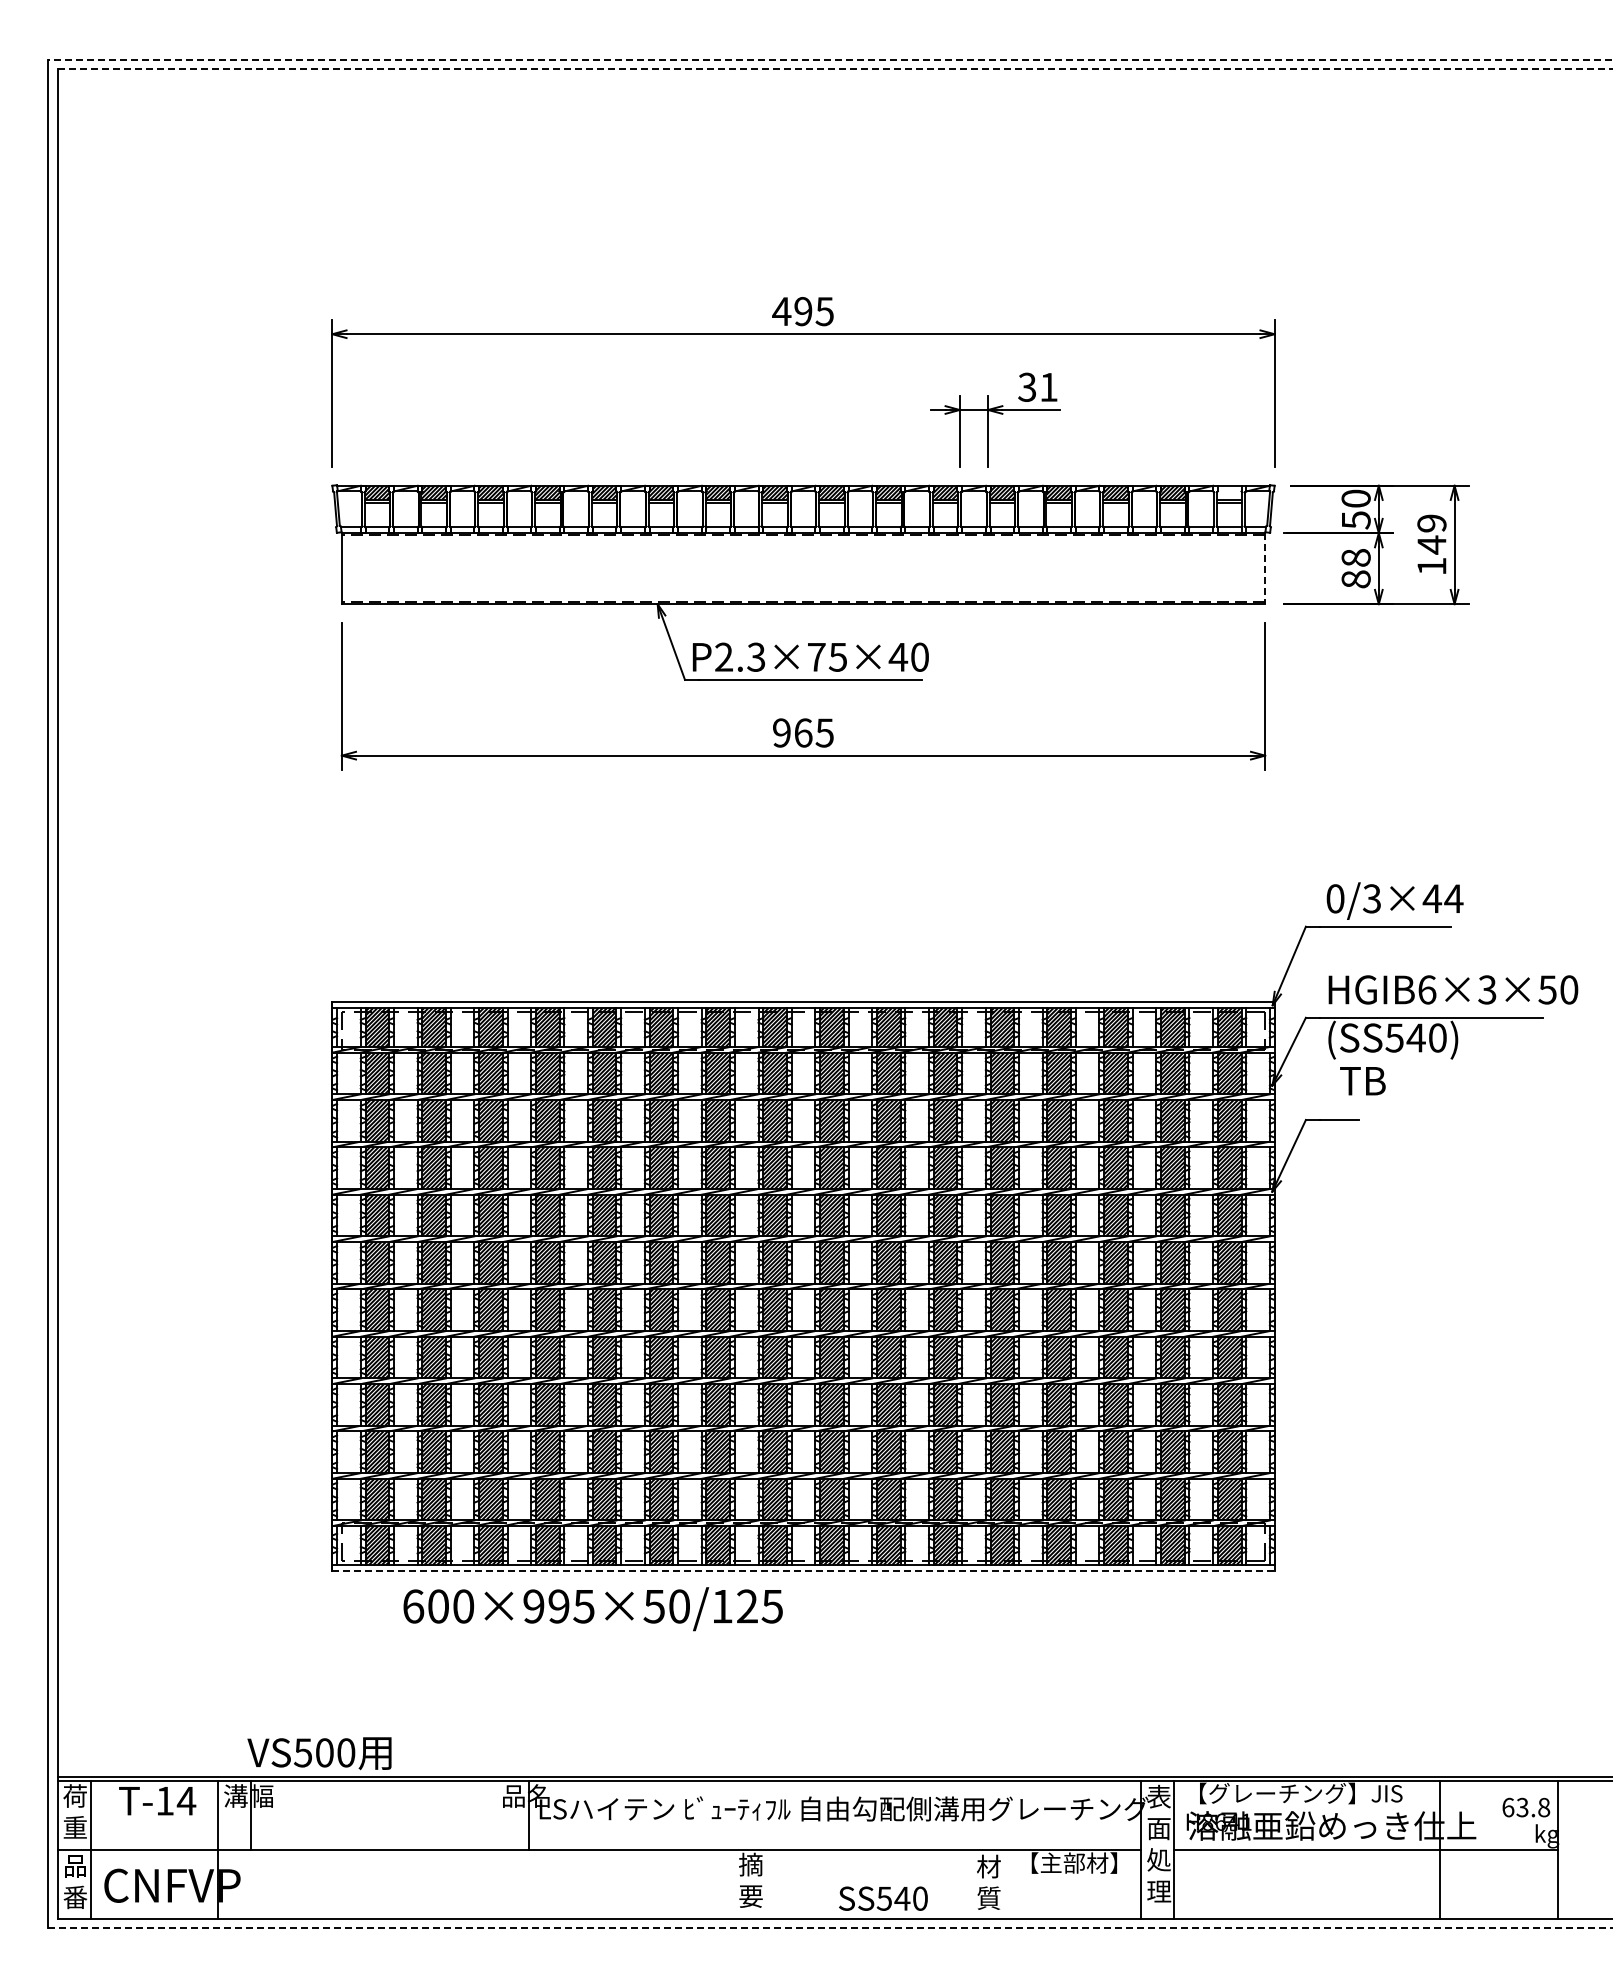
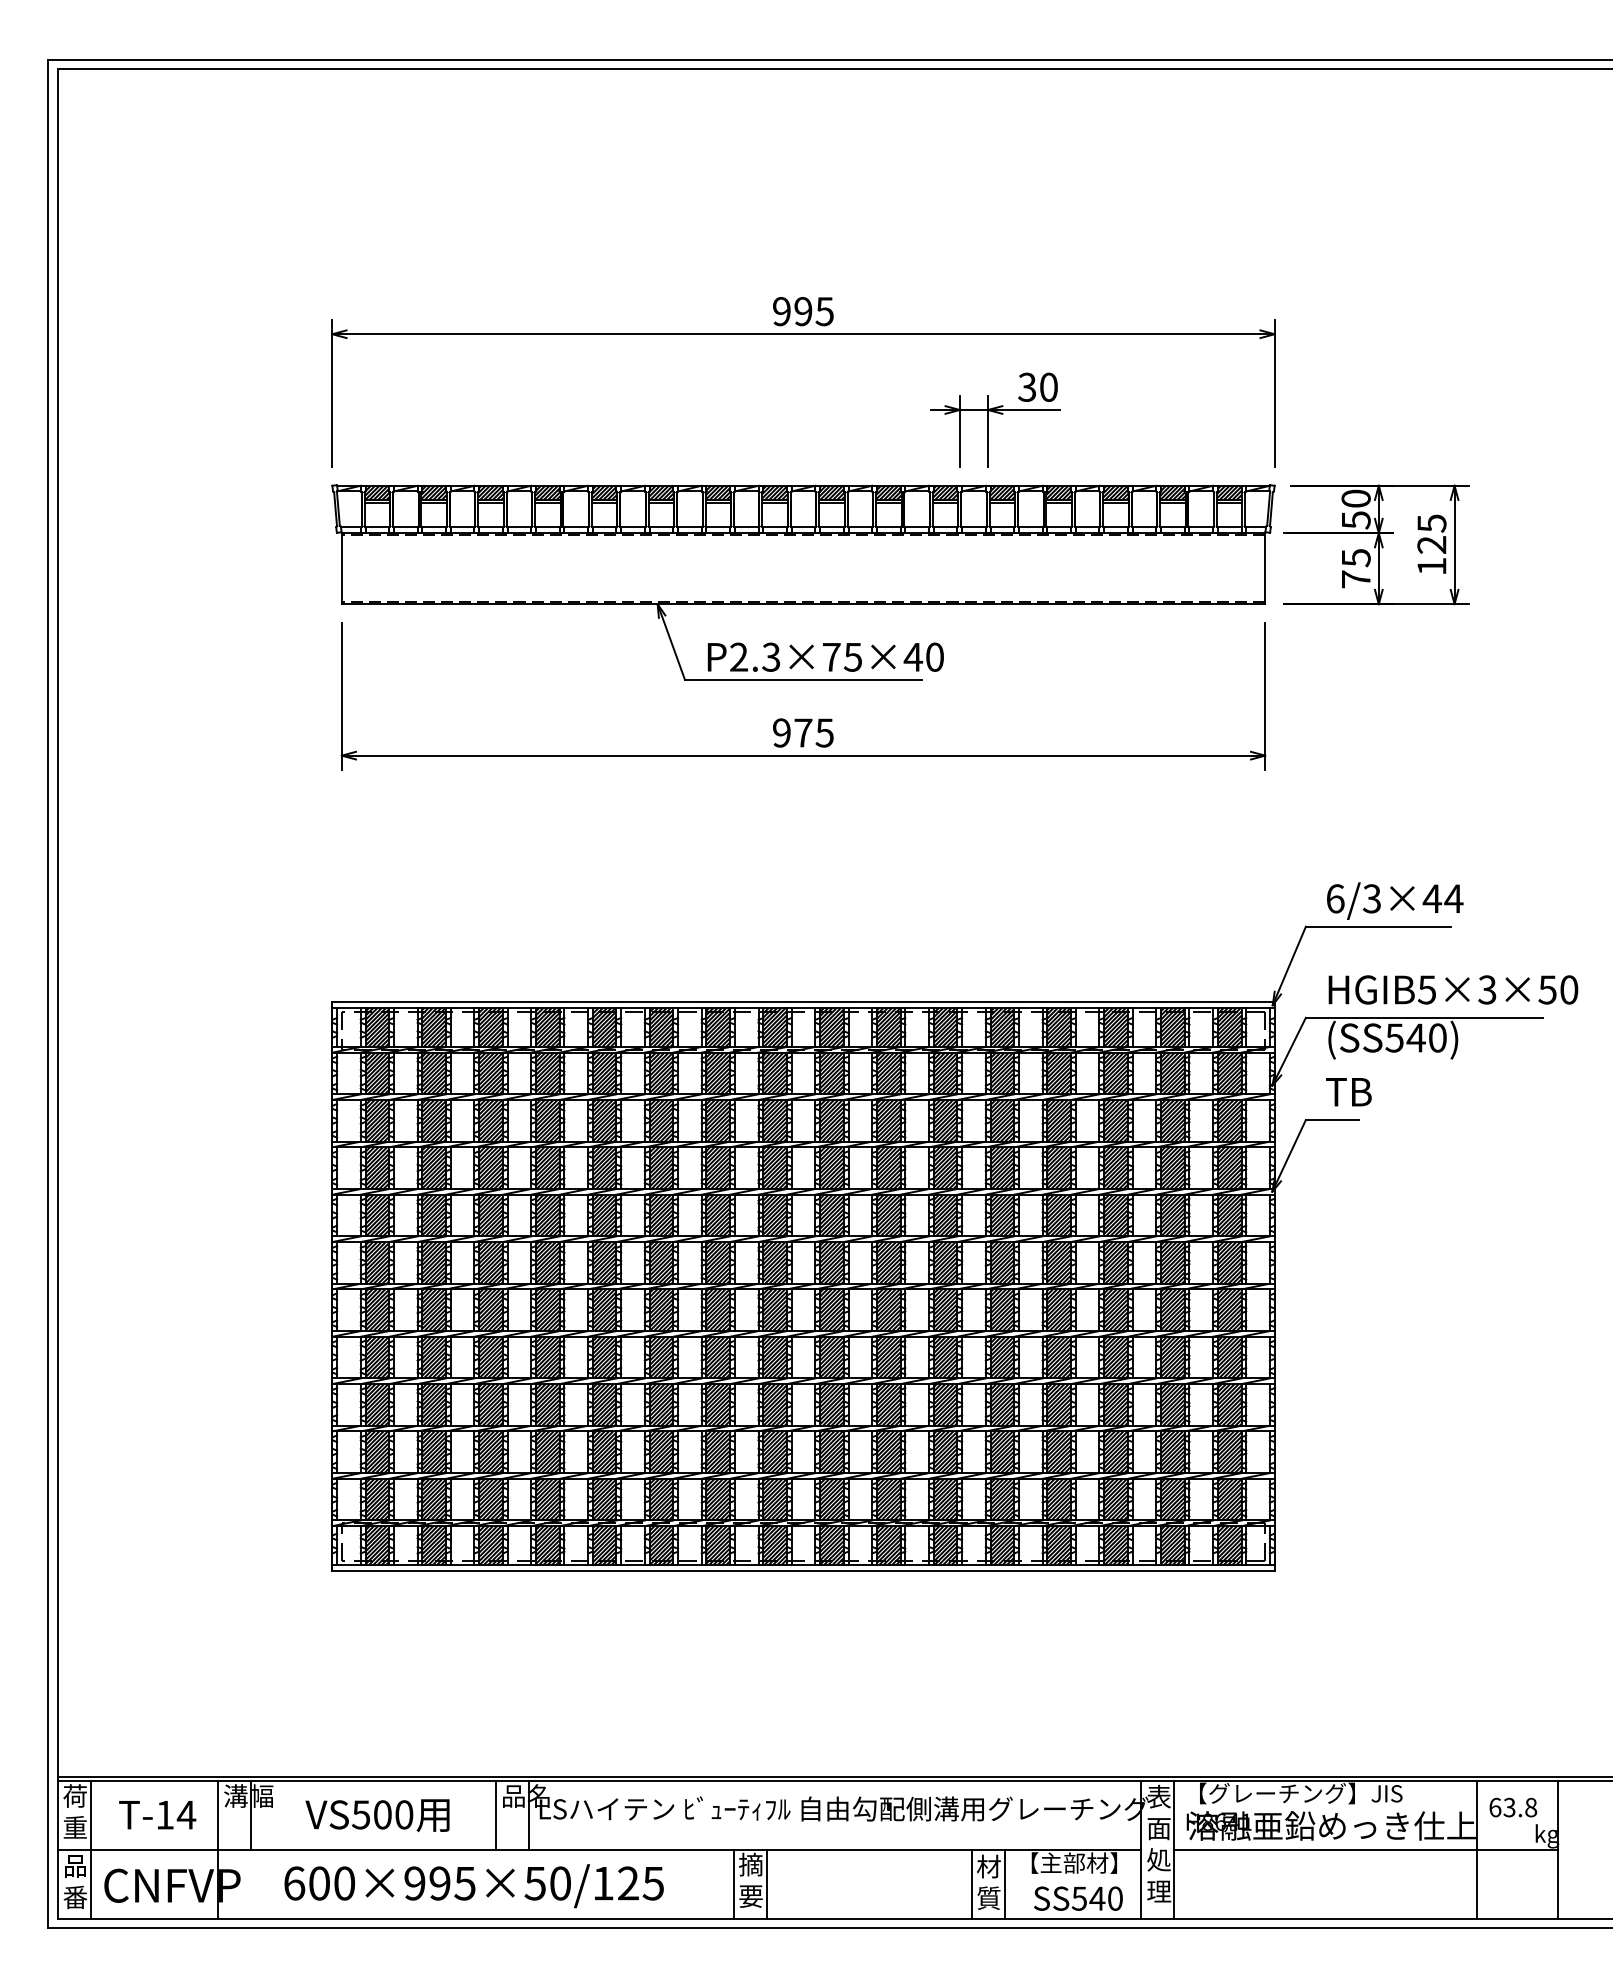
line at (830, 59): dashed -> solid
line at (835, 68): dashed -> solid
text at (781, 311): 495 -> 995
text at (1048, 386): 31 -> 30
hatch at (1229, 492): none -> present
text at (1431, 534): 149 -> 125
line at (1265, 568): dashed -> solid
text at (1355, 568): 88 -> 75
text at (810, 656) position: (810, 656) -> (825, 656)
text at (803, 732): 965 -> 975
text at (1335, 898): 0/3×44 -> 6/3×44
text at (1426, 989): HGIB6×3×50 -> HGIB5×3×50
text at (1362, 1081) position: (1362, 1081) -> (1348, 1092)
line at (804, 1570): dashed -> solid
text at (592, 1609) position: (592, 1609) -> (473, 1886)
text at (319, 1753) position: (319, 1753) -> (377, 1815)
text at (157, 1801) position: (157, 1801) -> (157, 1815)
text at (1526, 1807) position: (1526, 1807) -> (1513, 1807)
line at (495, 1815): none -> present
line at (1440, 1849) position: (1440, 1849) -> (1477, 1849)
line at (733, 1884): none -> present
line at (766, 1884): none -> present
line at (971, 1884): none -> present
line at (1004, 1884): none -> present
text at (883, 1898) position: (883, 1898) -> (1078, 1898)
line at (830, 1928): dashed -> solid
